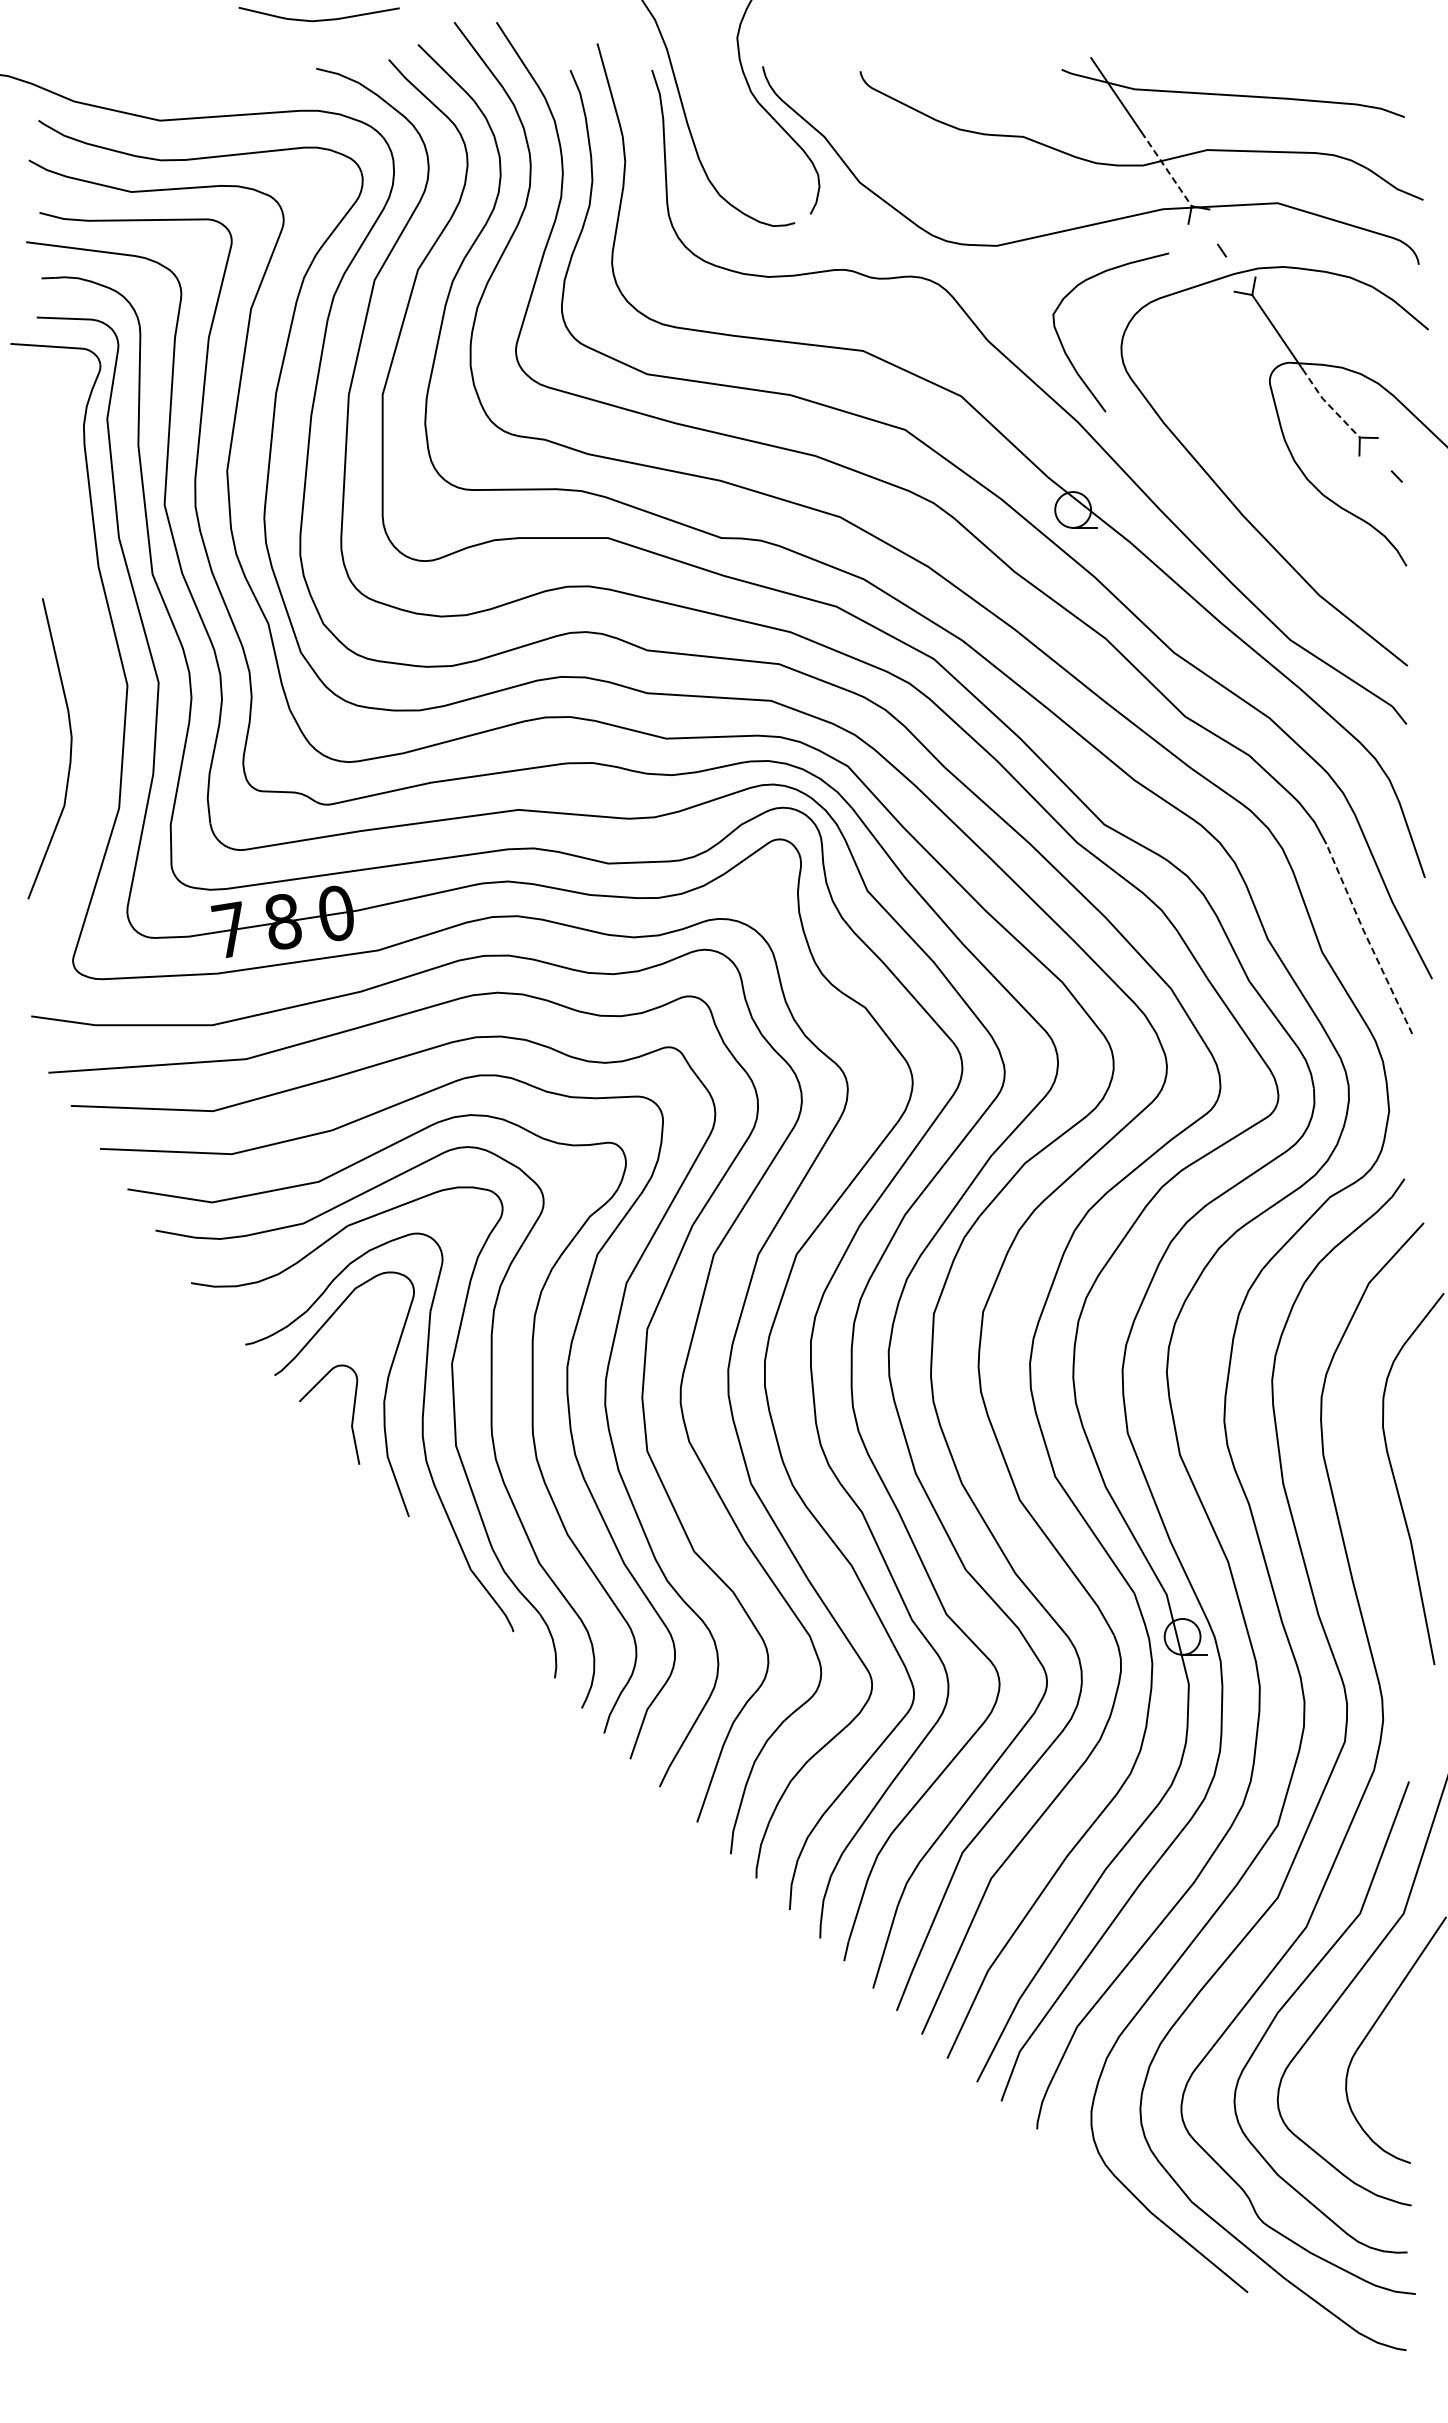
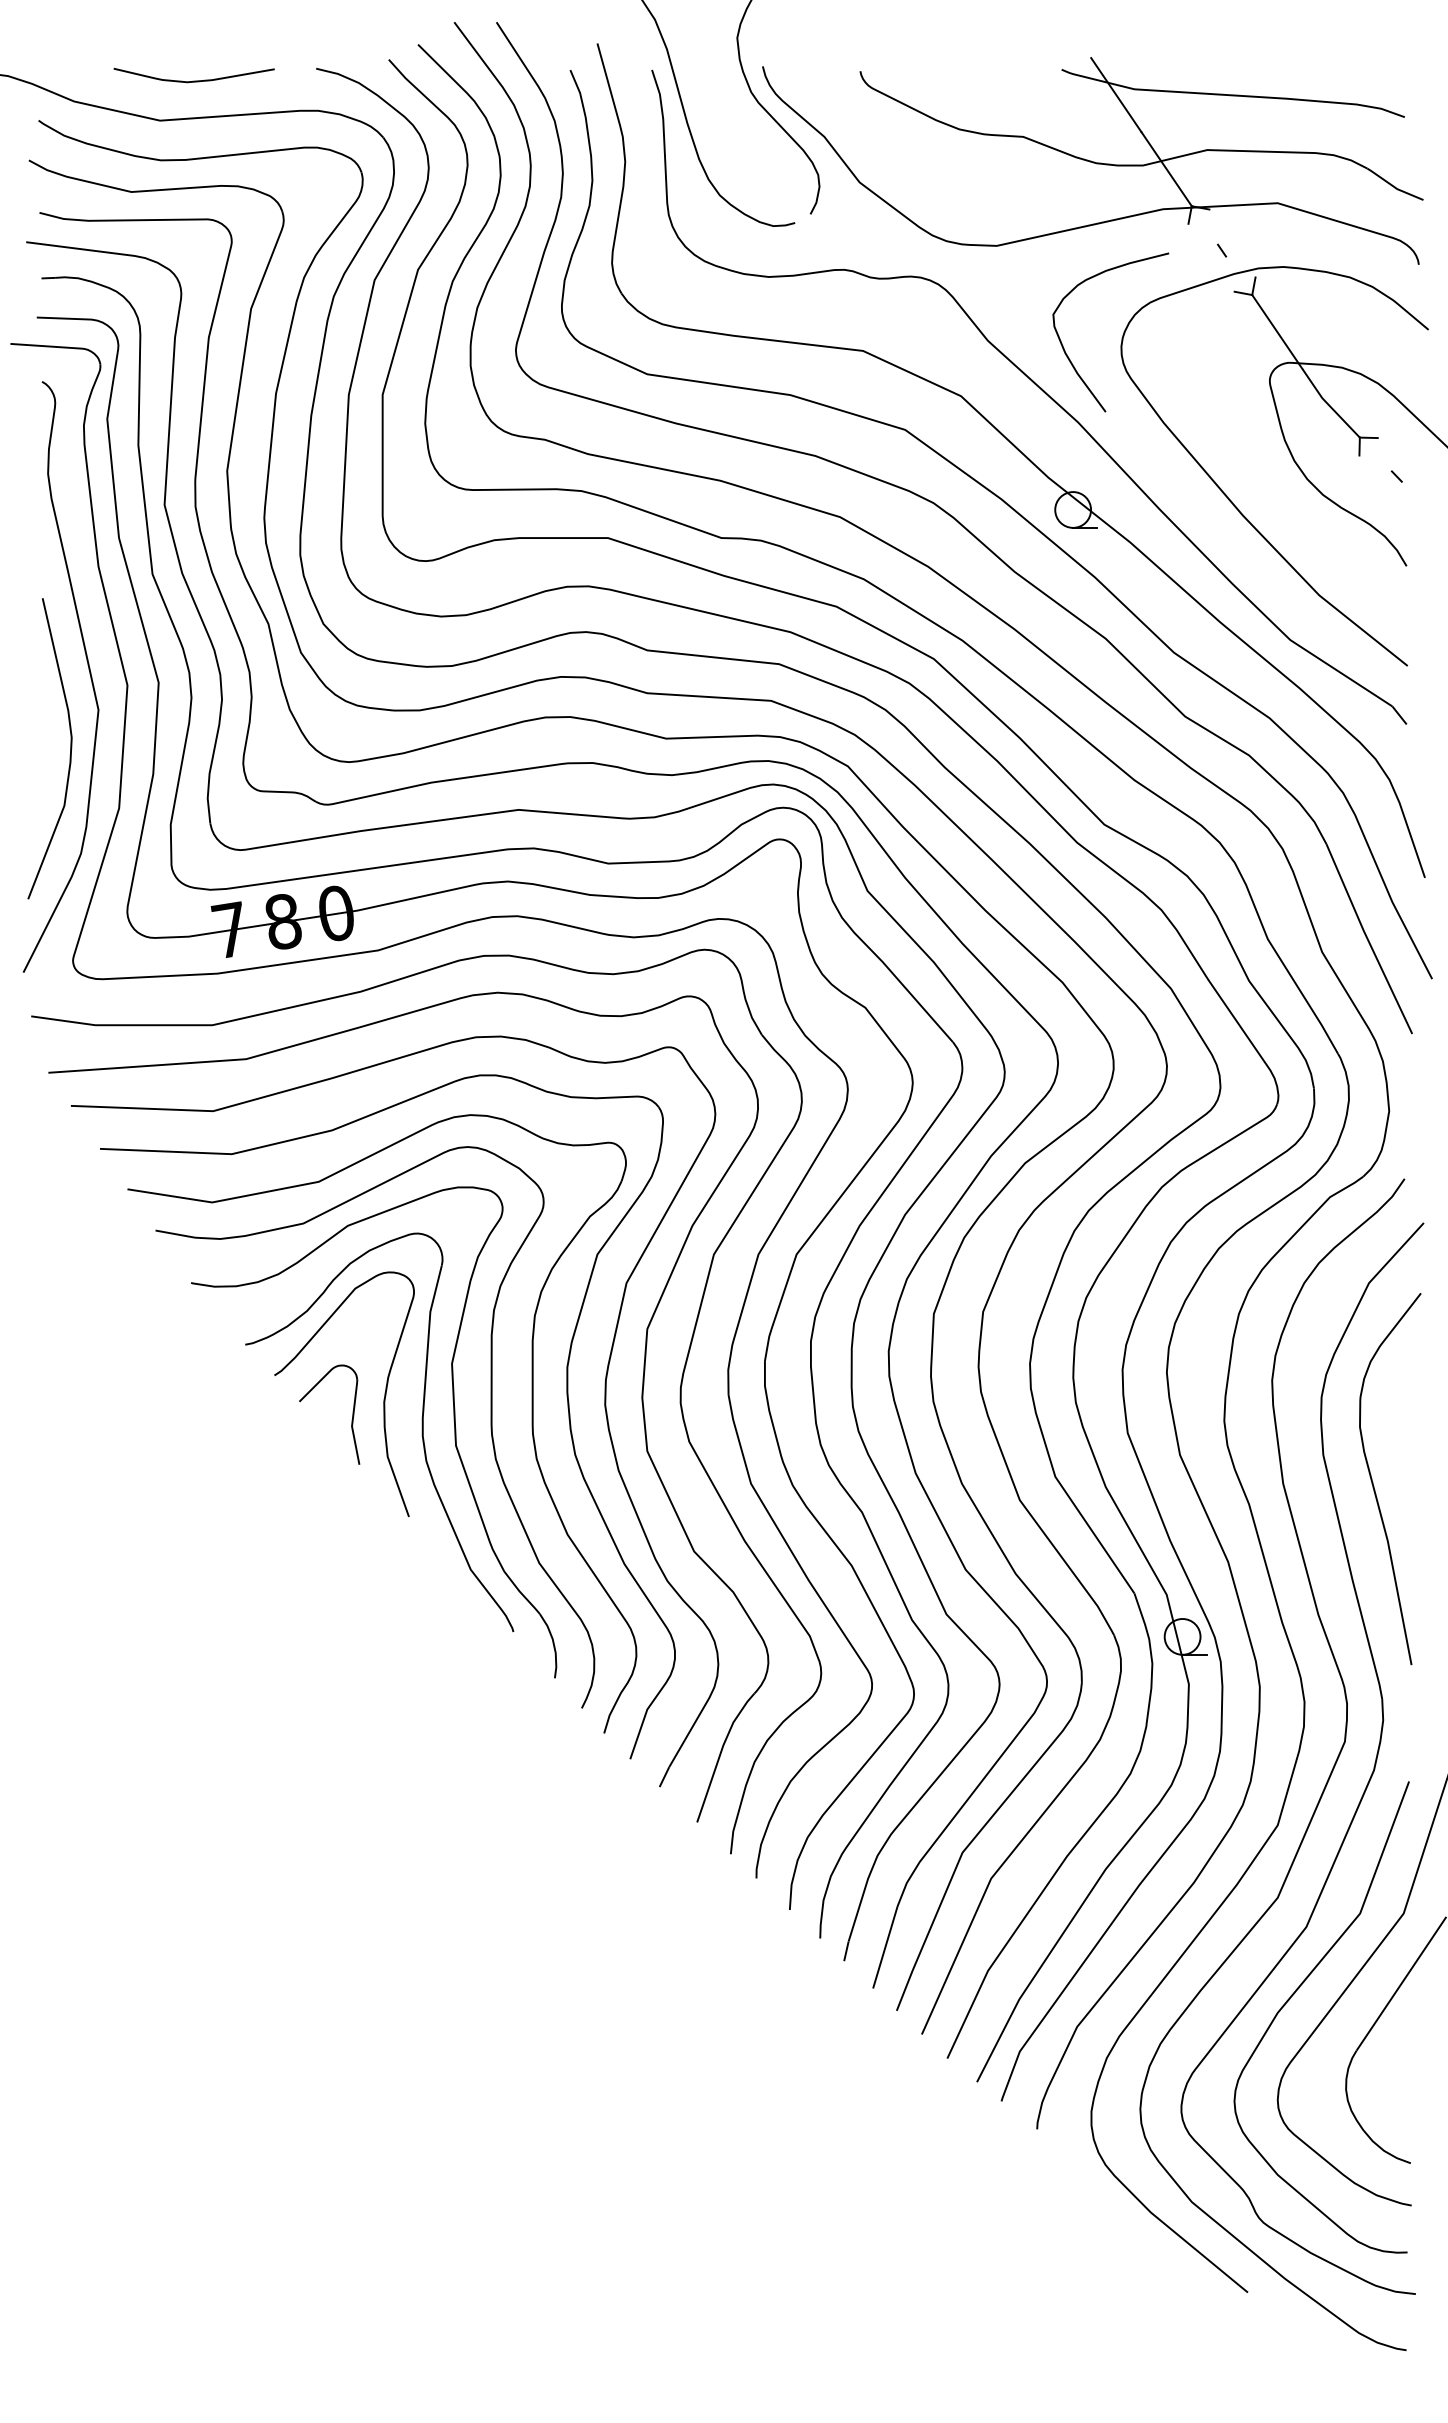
curve at (318, 19) position: (318, 19) -> (193, 80)
line at (1166, 169): dashed -> solid
line at (1328, 404): dashed -> solid
curve at (88, 670): none -> present
line at (1367, 938): dashed -> solid
curve at (1396, 1482) position: (1396, 1482) -> (1373, 1482)
